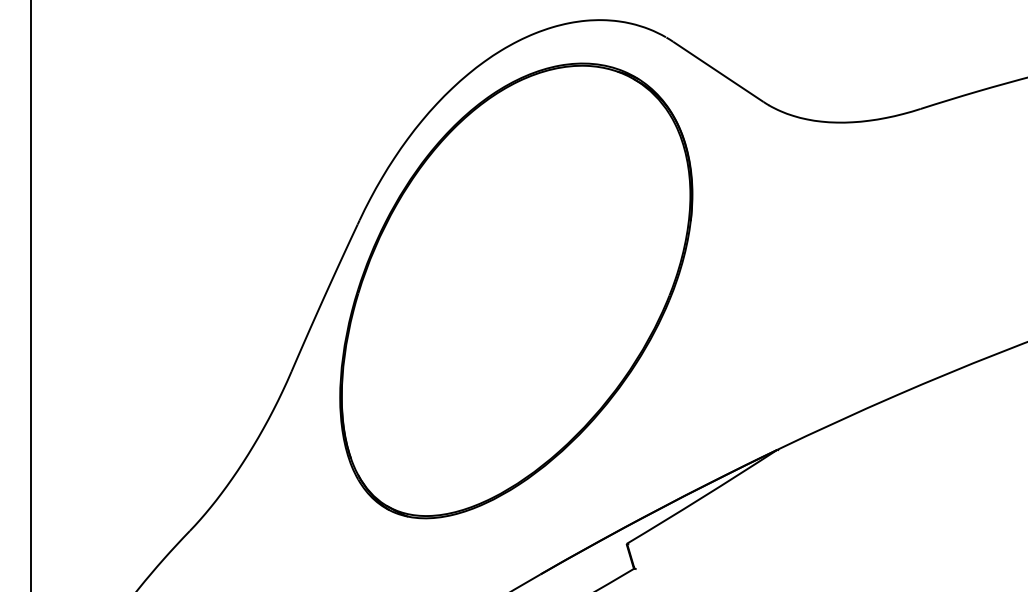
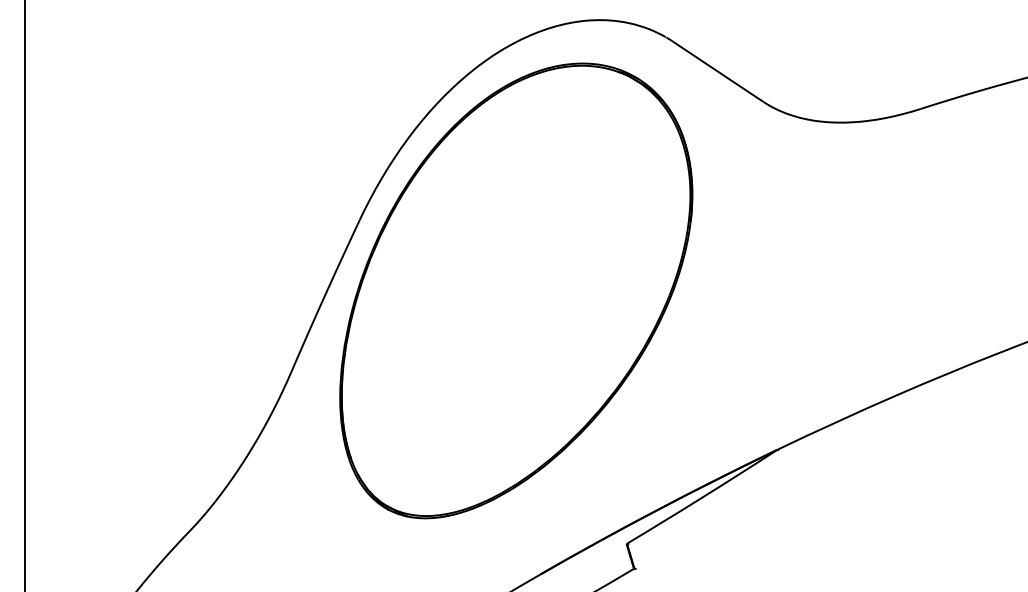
line at (30, 295) position: (30, 295) -> (24, 295)
